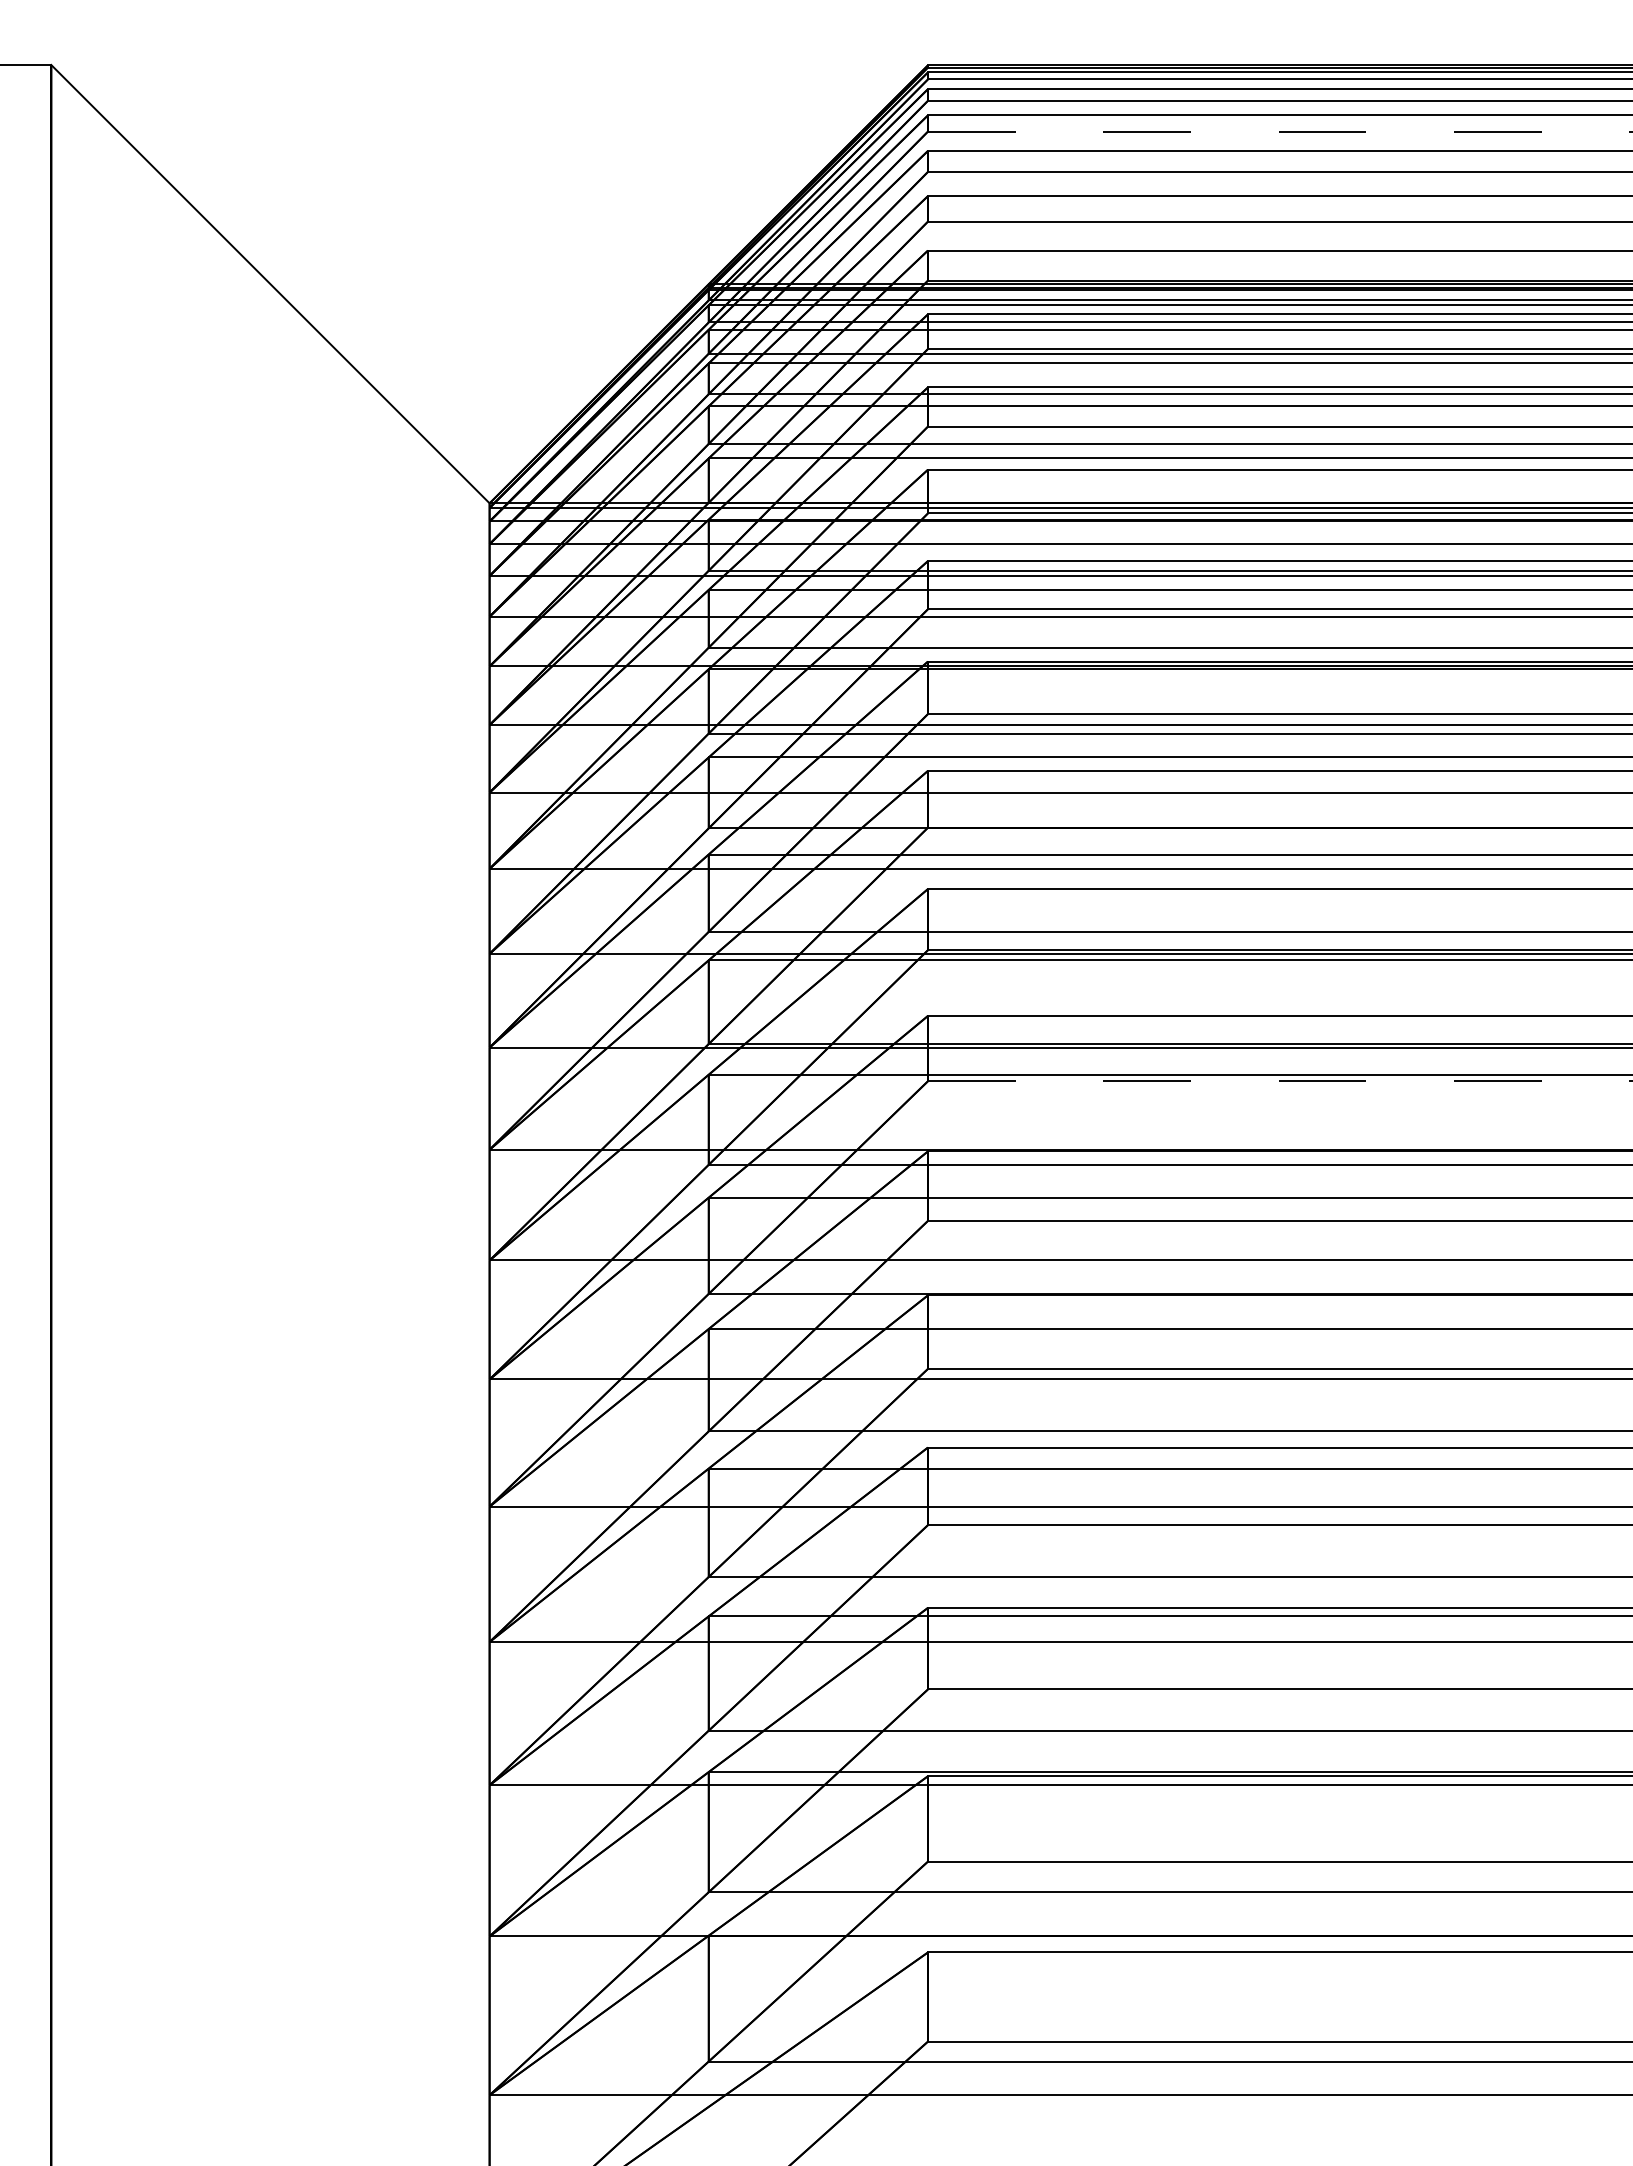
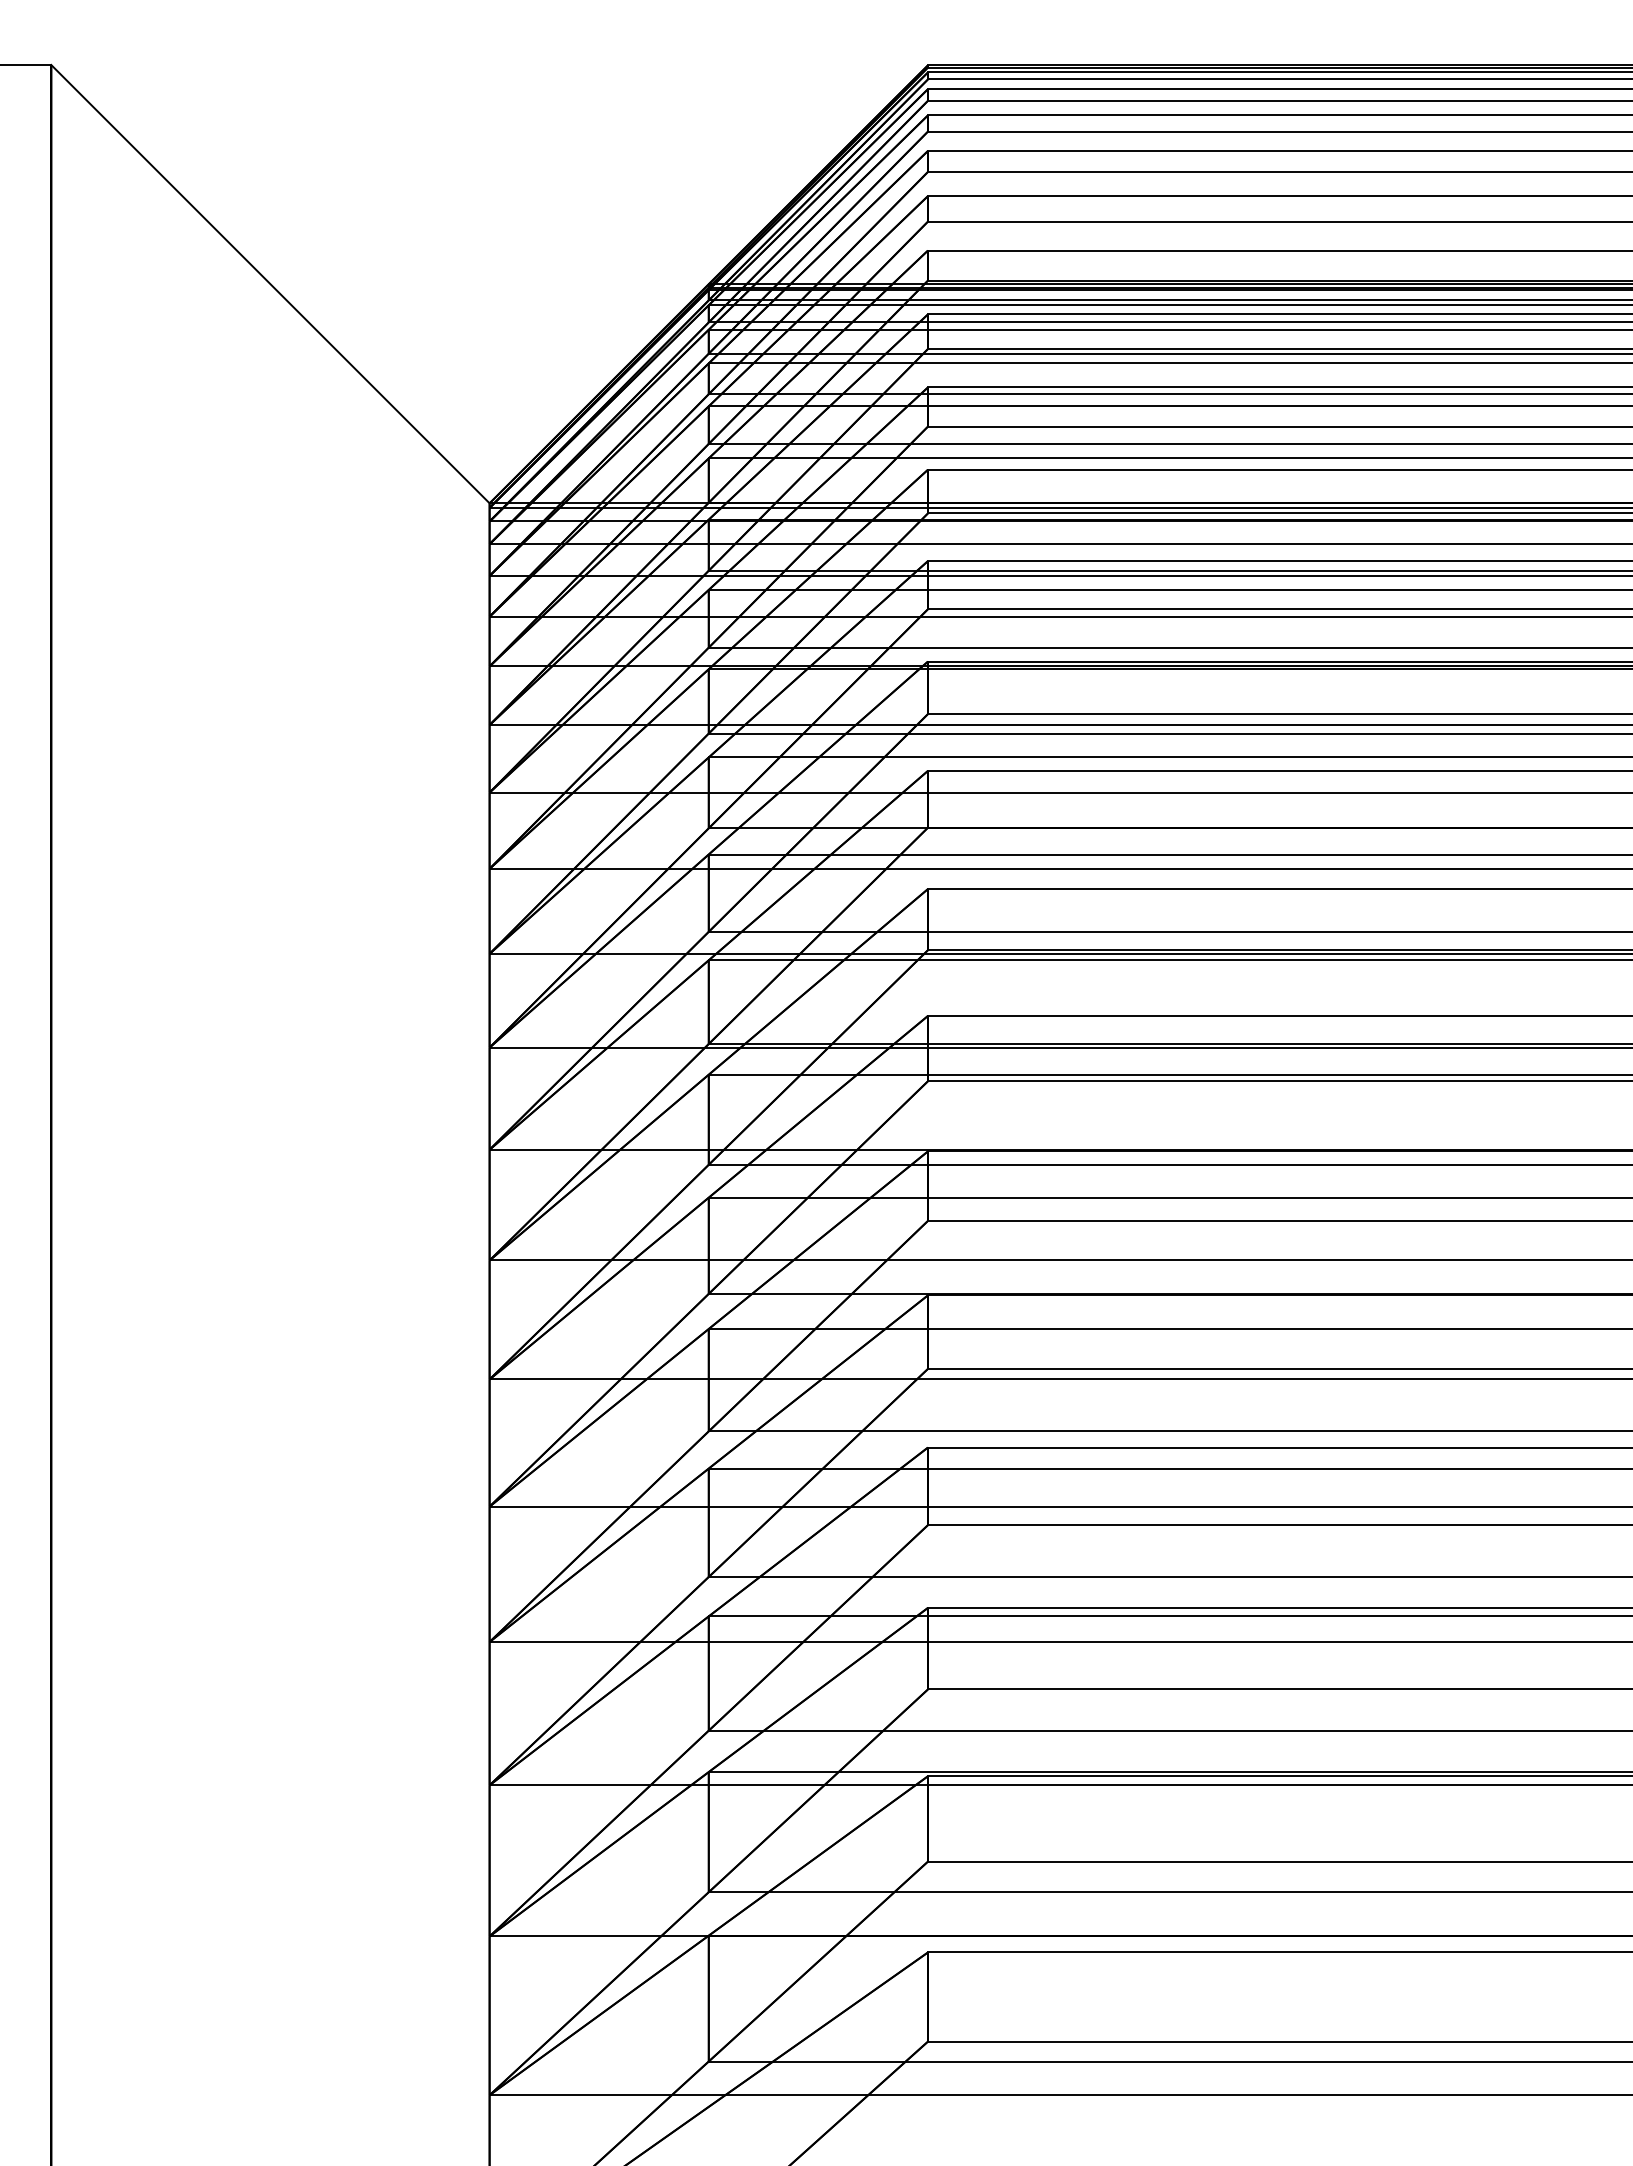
line at (1279, 131): dashed -> solid
line at (1279, 1081): dashed -> solid
